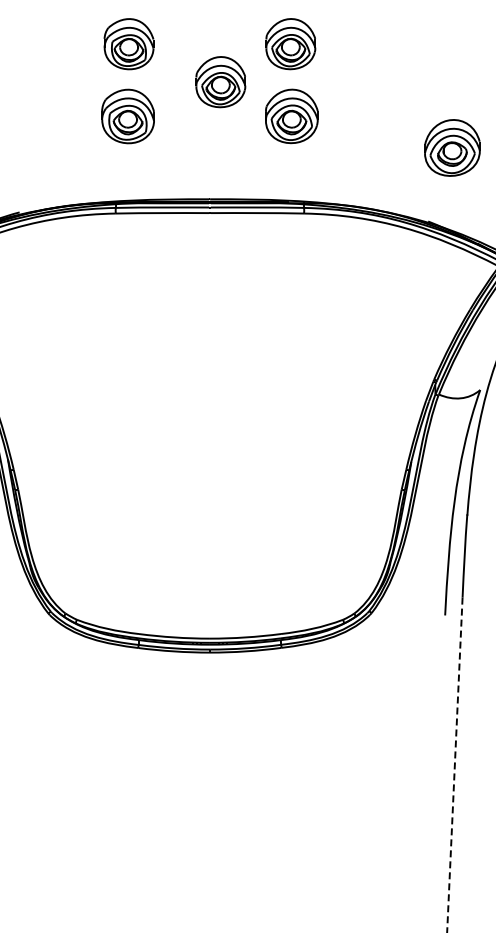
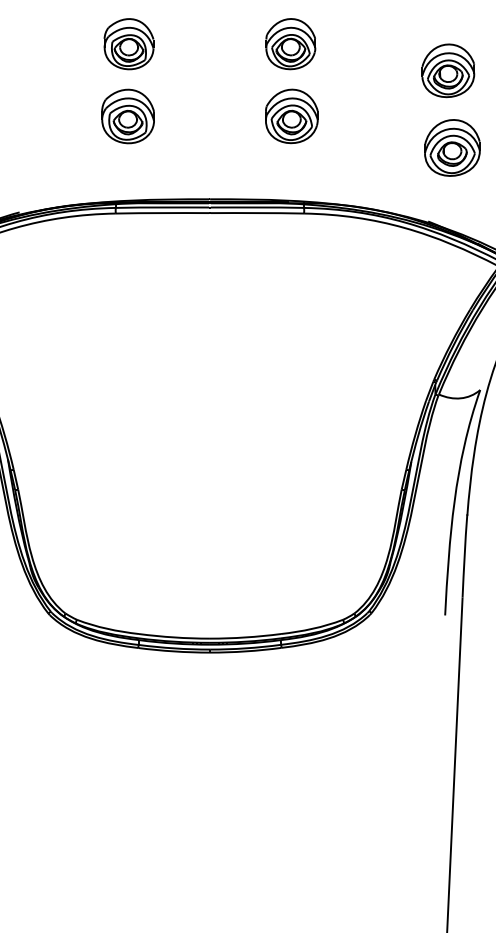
part at (448, 70): none -> present
part at (220, 82): present -> none
line at (454, 765): dashed -> solid
